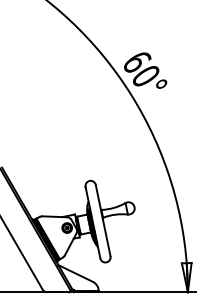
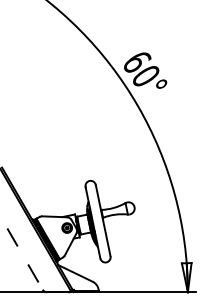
line at (21, 253): solid -> dashed
